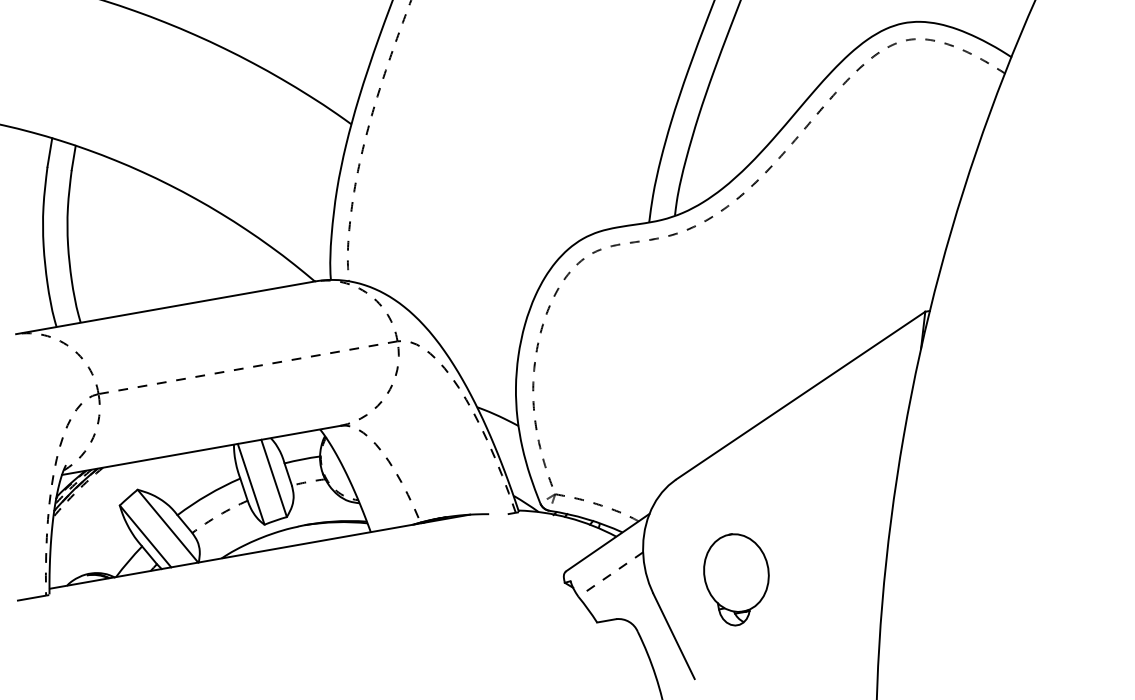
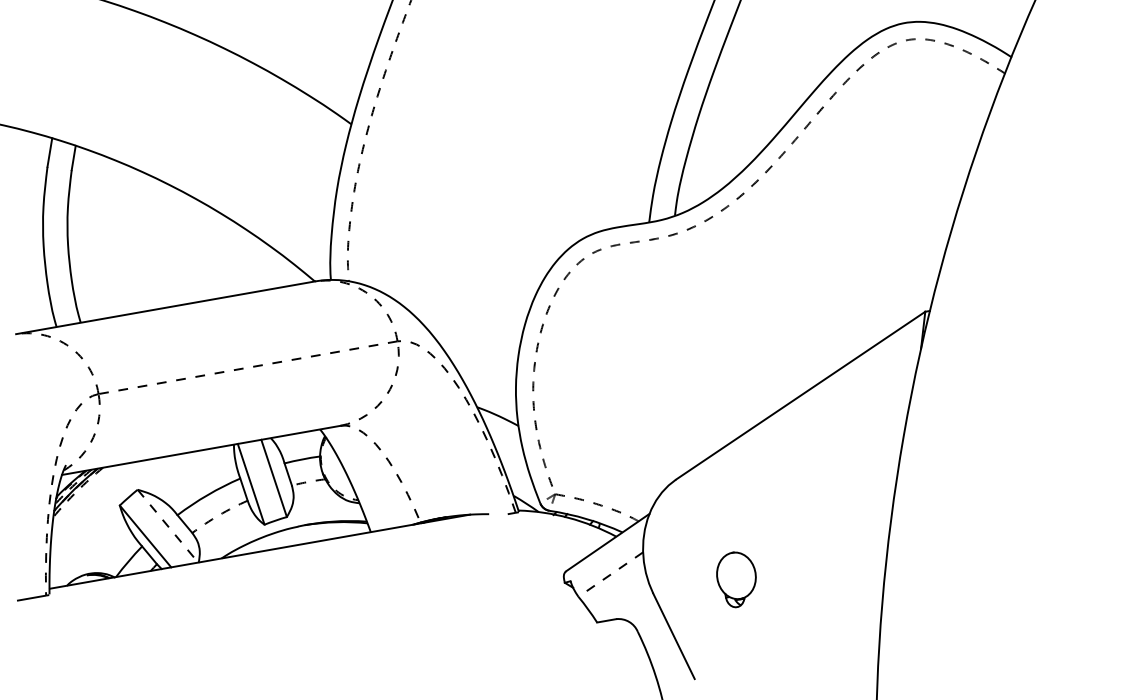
line at (168, 526): solid -> dashed
part at (736, 579) size: 67x94 px -> 41x58 px
